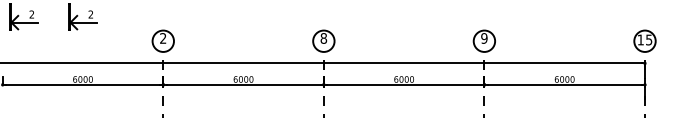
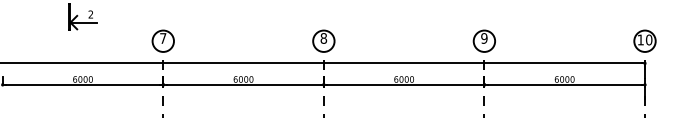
part at (23, 16): present -> none
text at (163, 38): 2 -> 7
text at (649, 39): 15 -> 10
